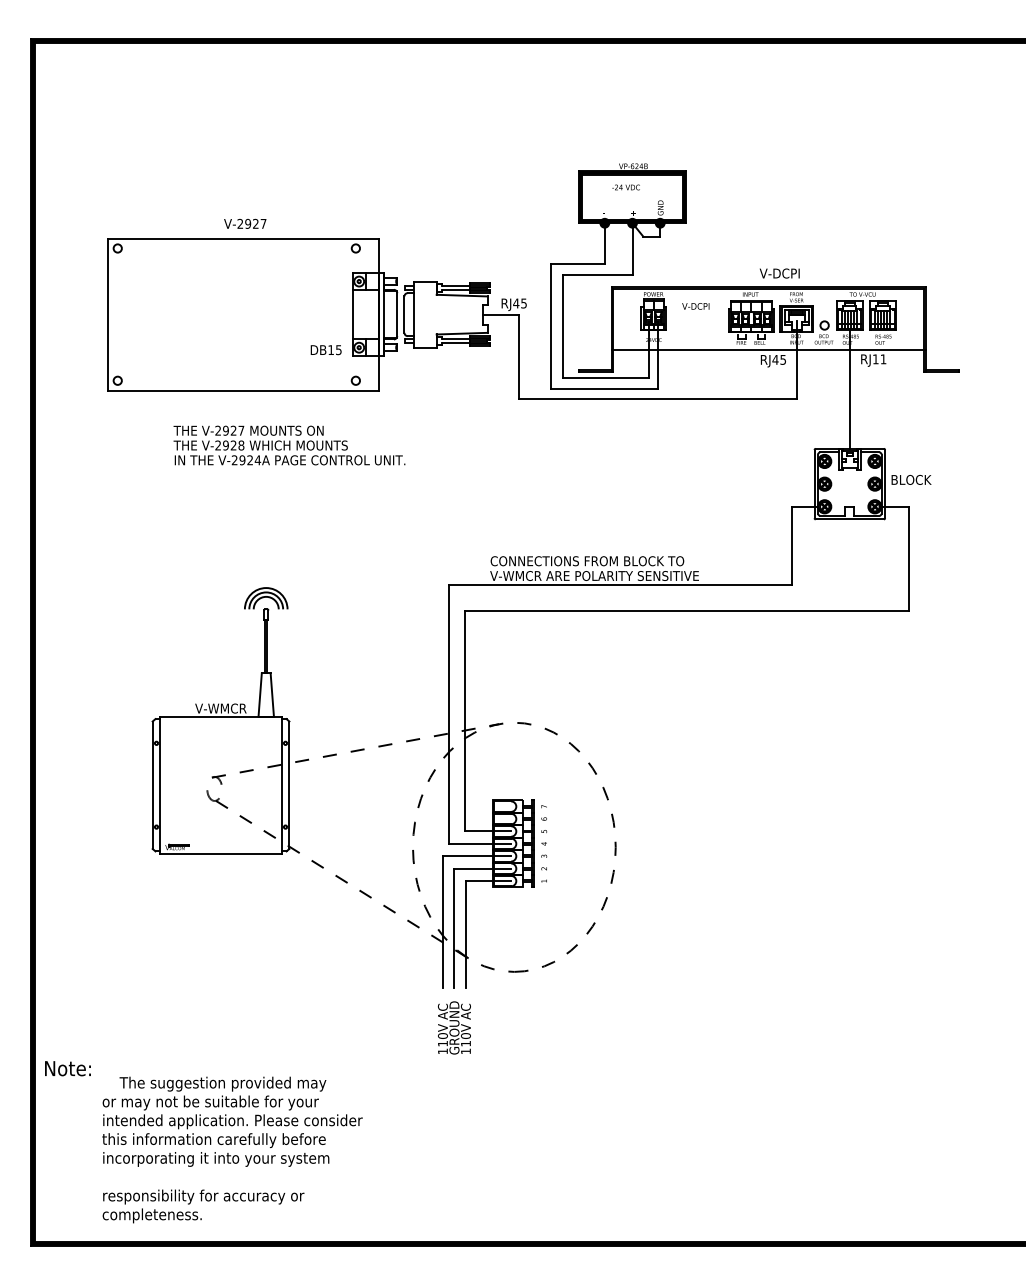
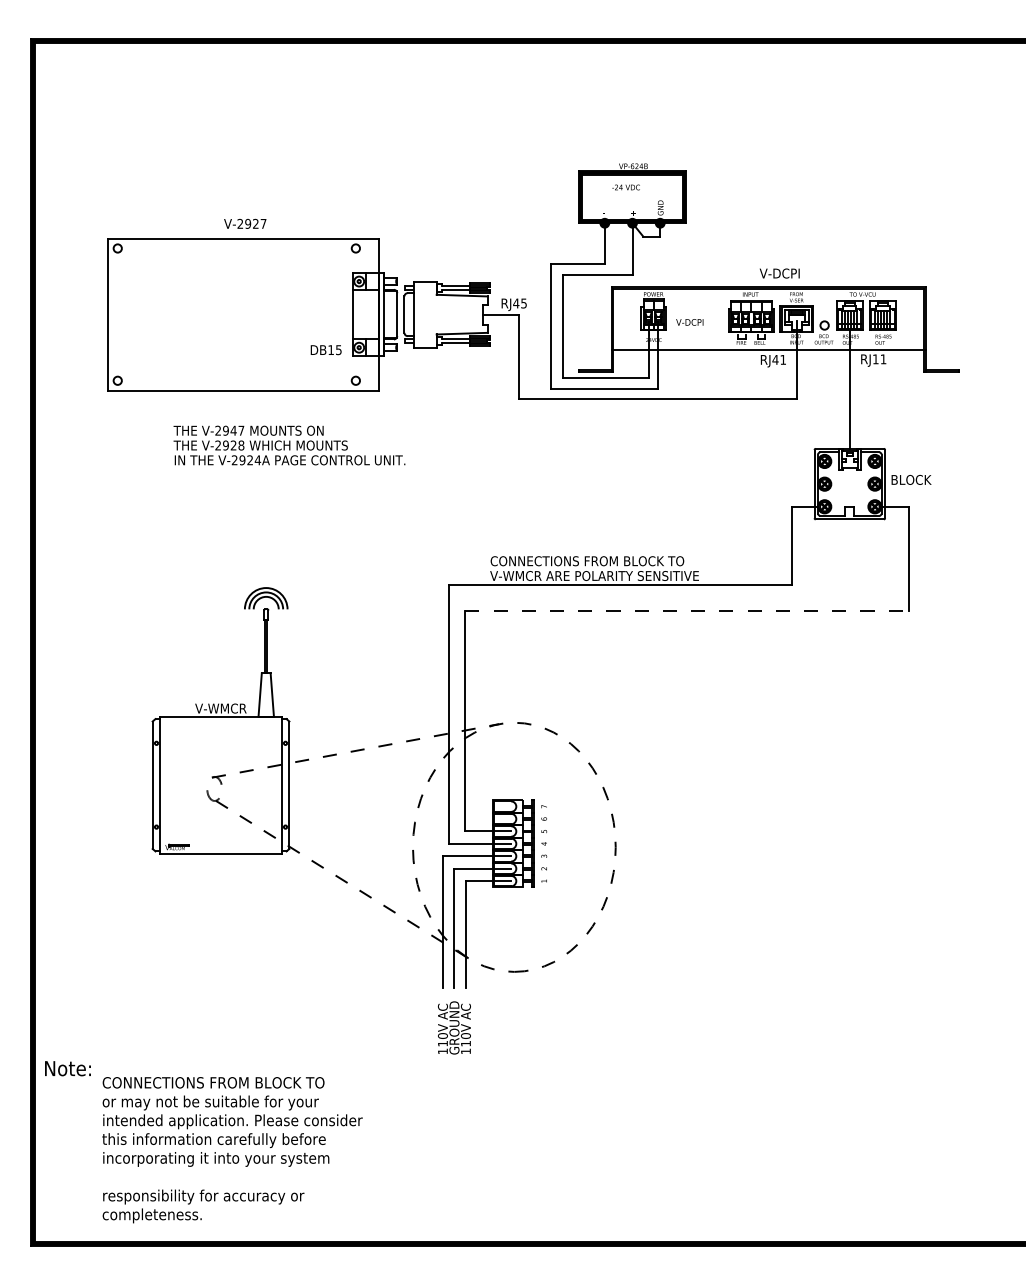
text at (695, 306) position: (695, 306) -> (689, 322)
text at (782, 359): RJ45 -> RJ41
text at (233, 430): V-2927 -> V-2947
line at (686, 610): solid -> dashed
text at (214, 1083): The suggestion provided may -> CONNECTIONS FROM BLOCK TO
